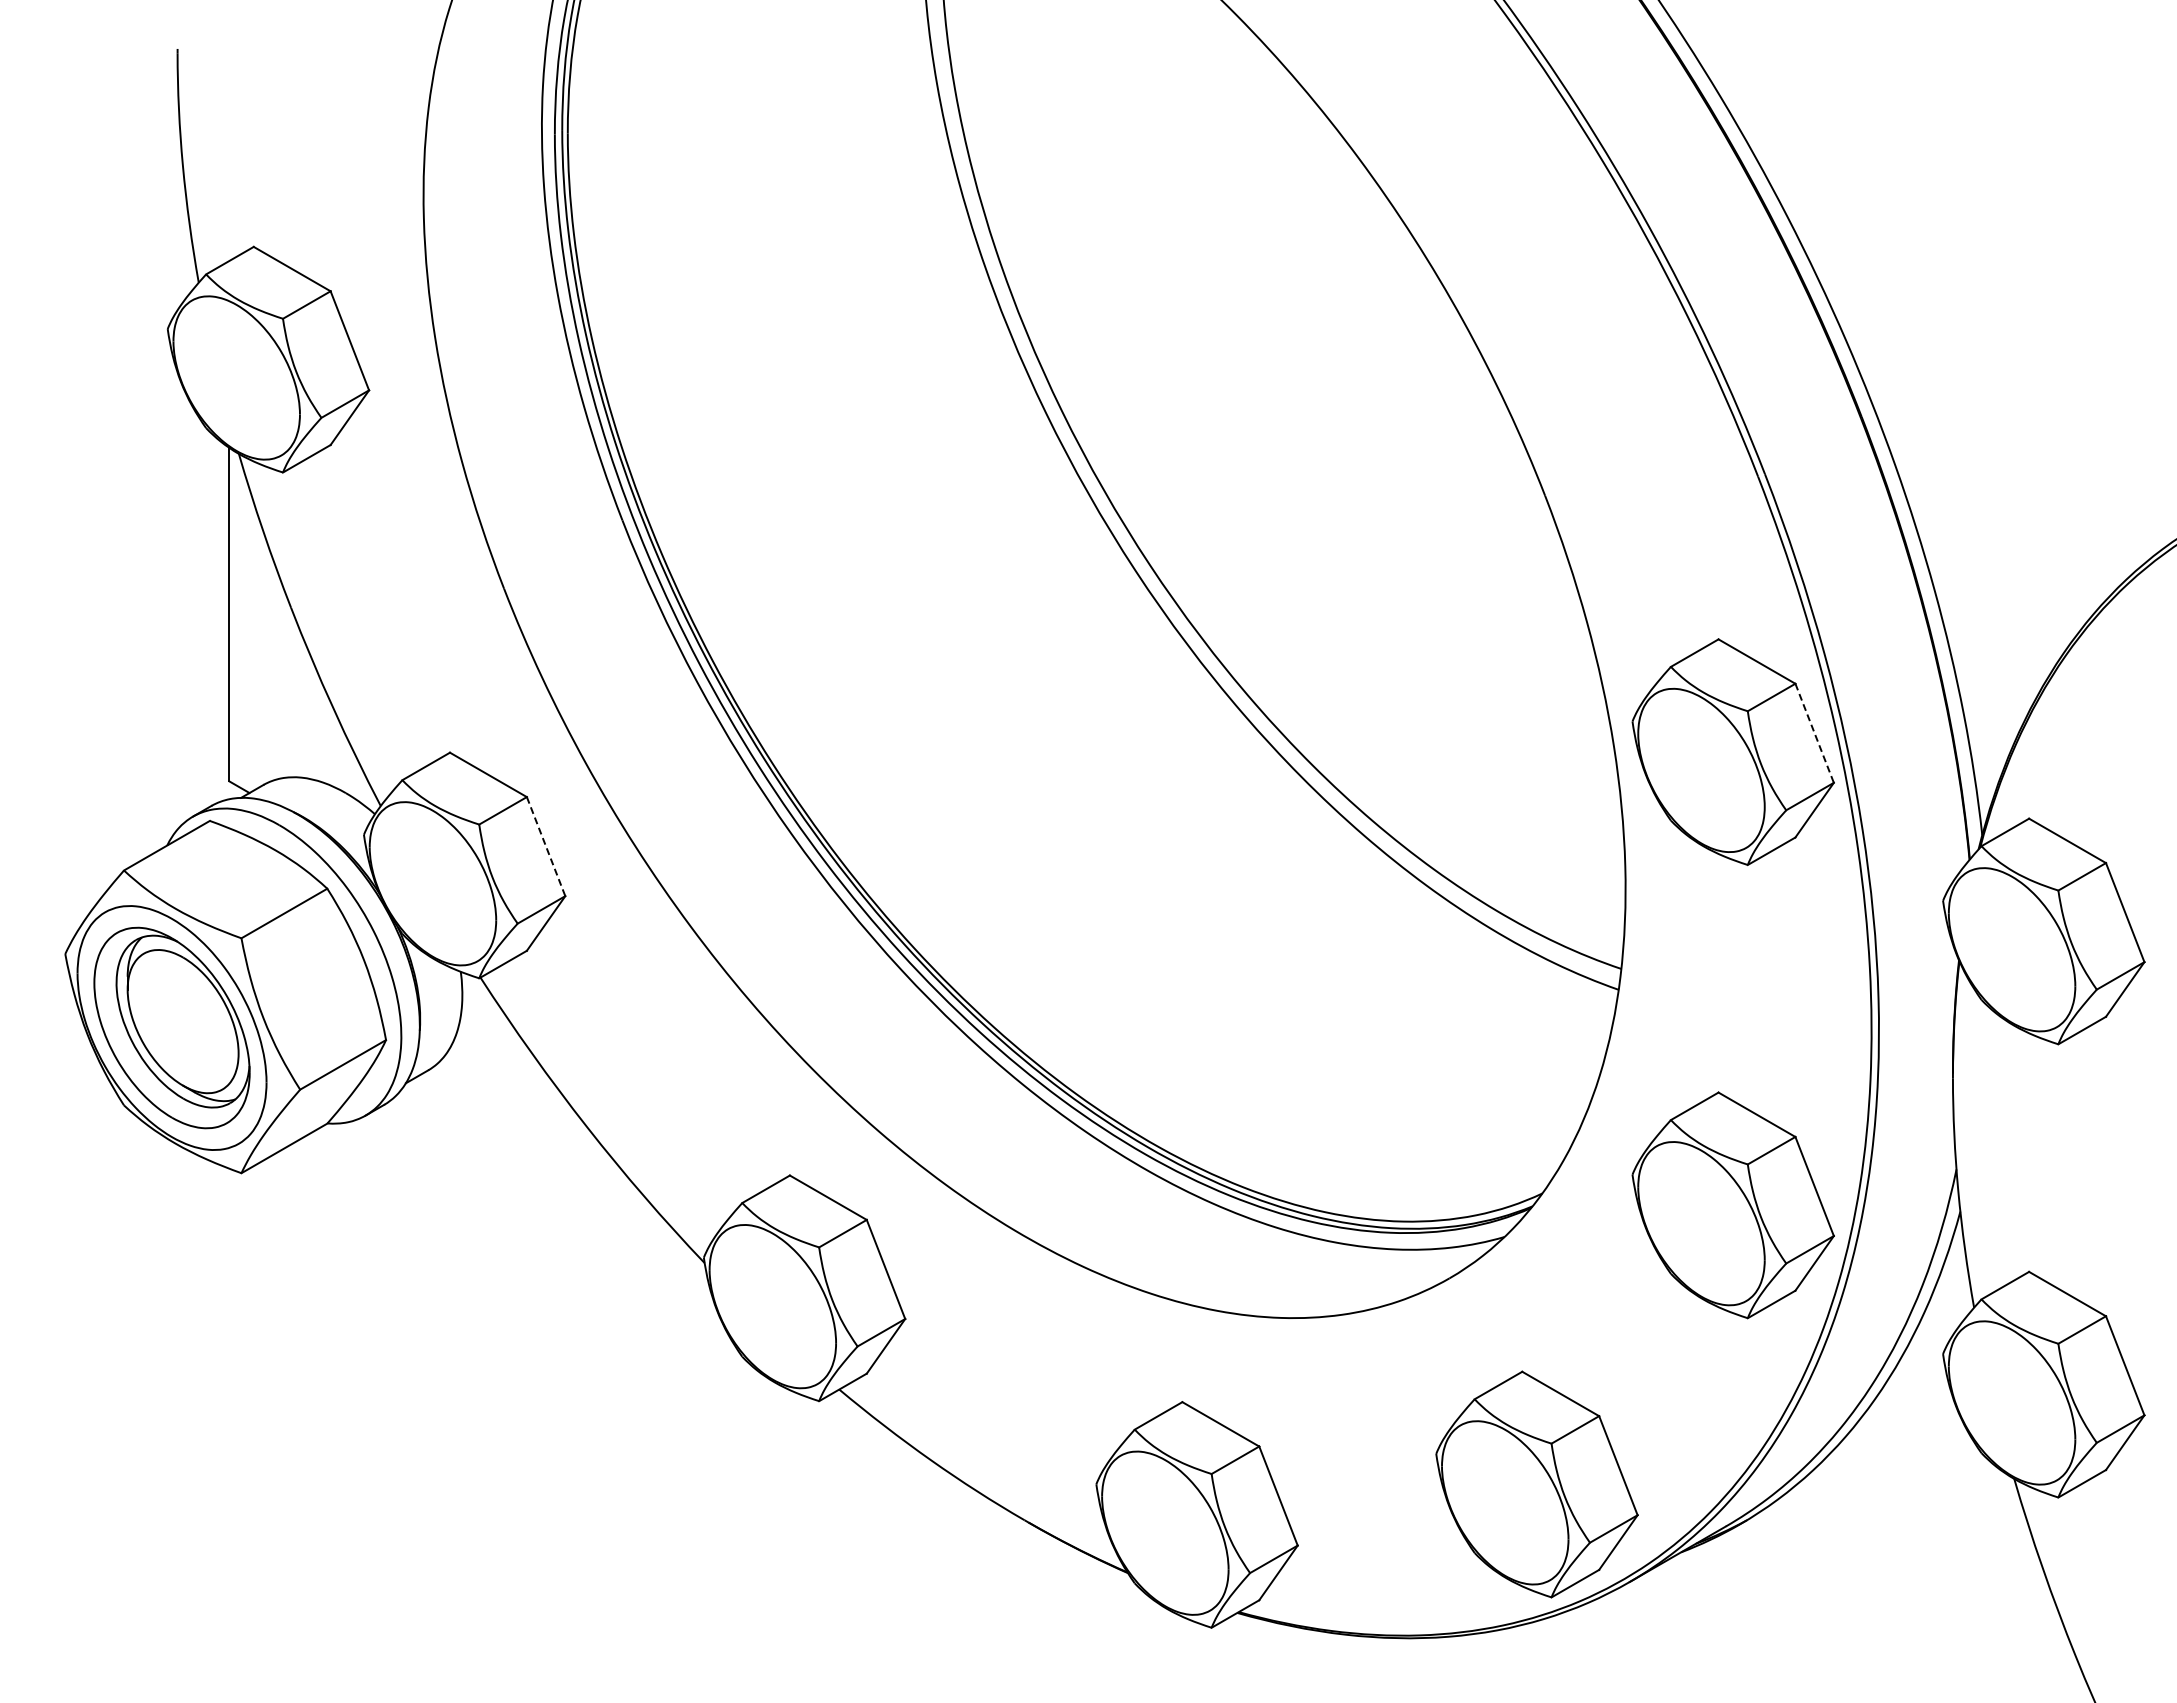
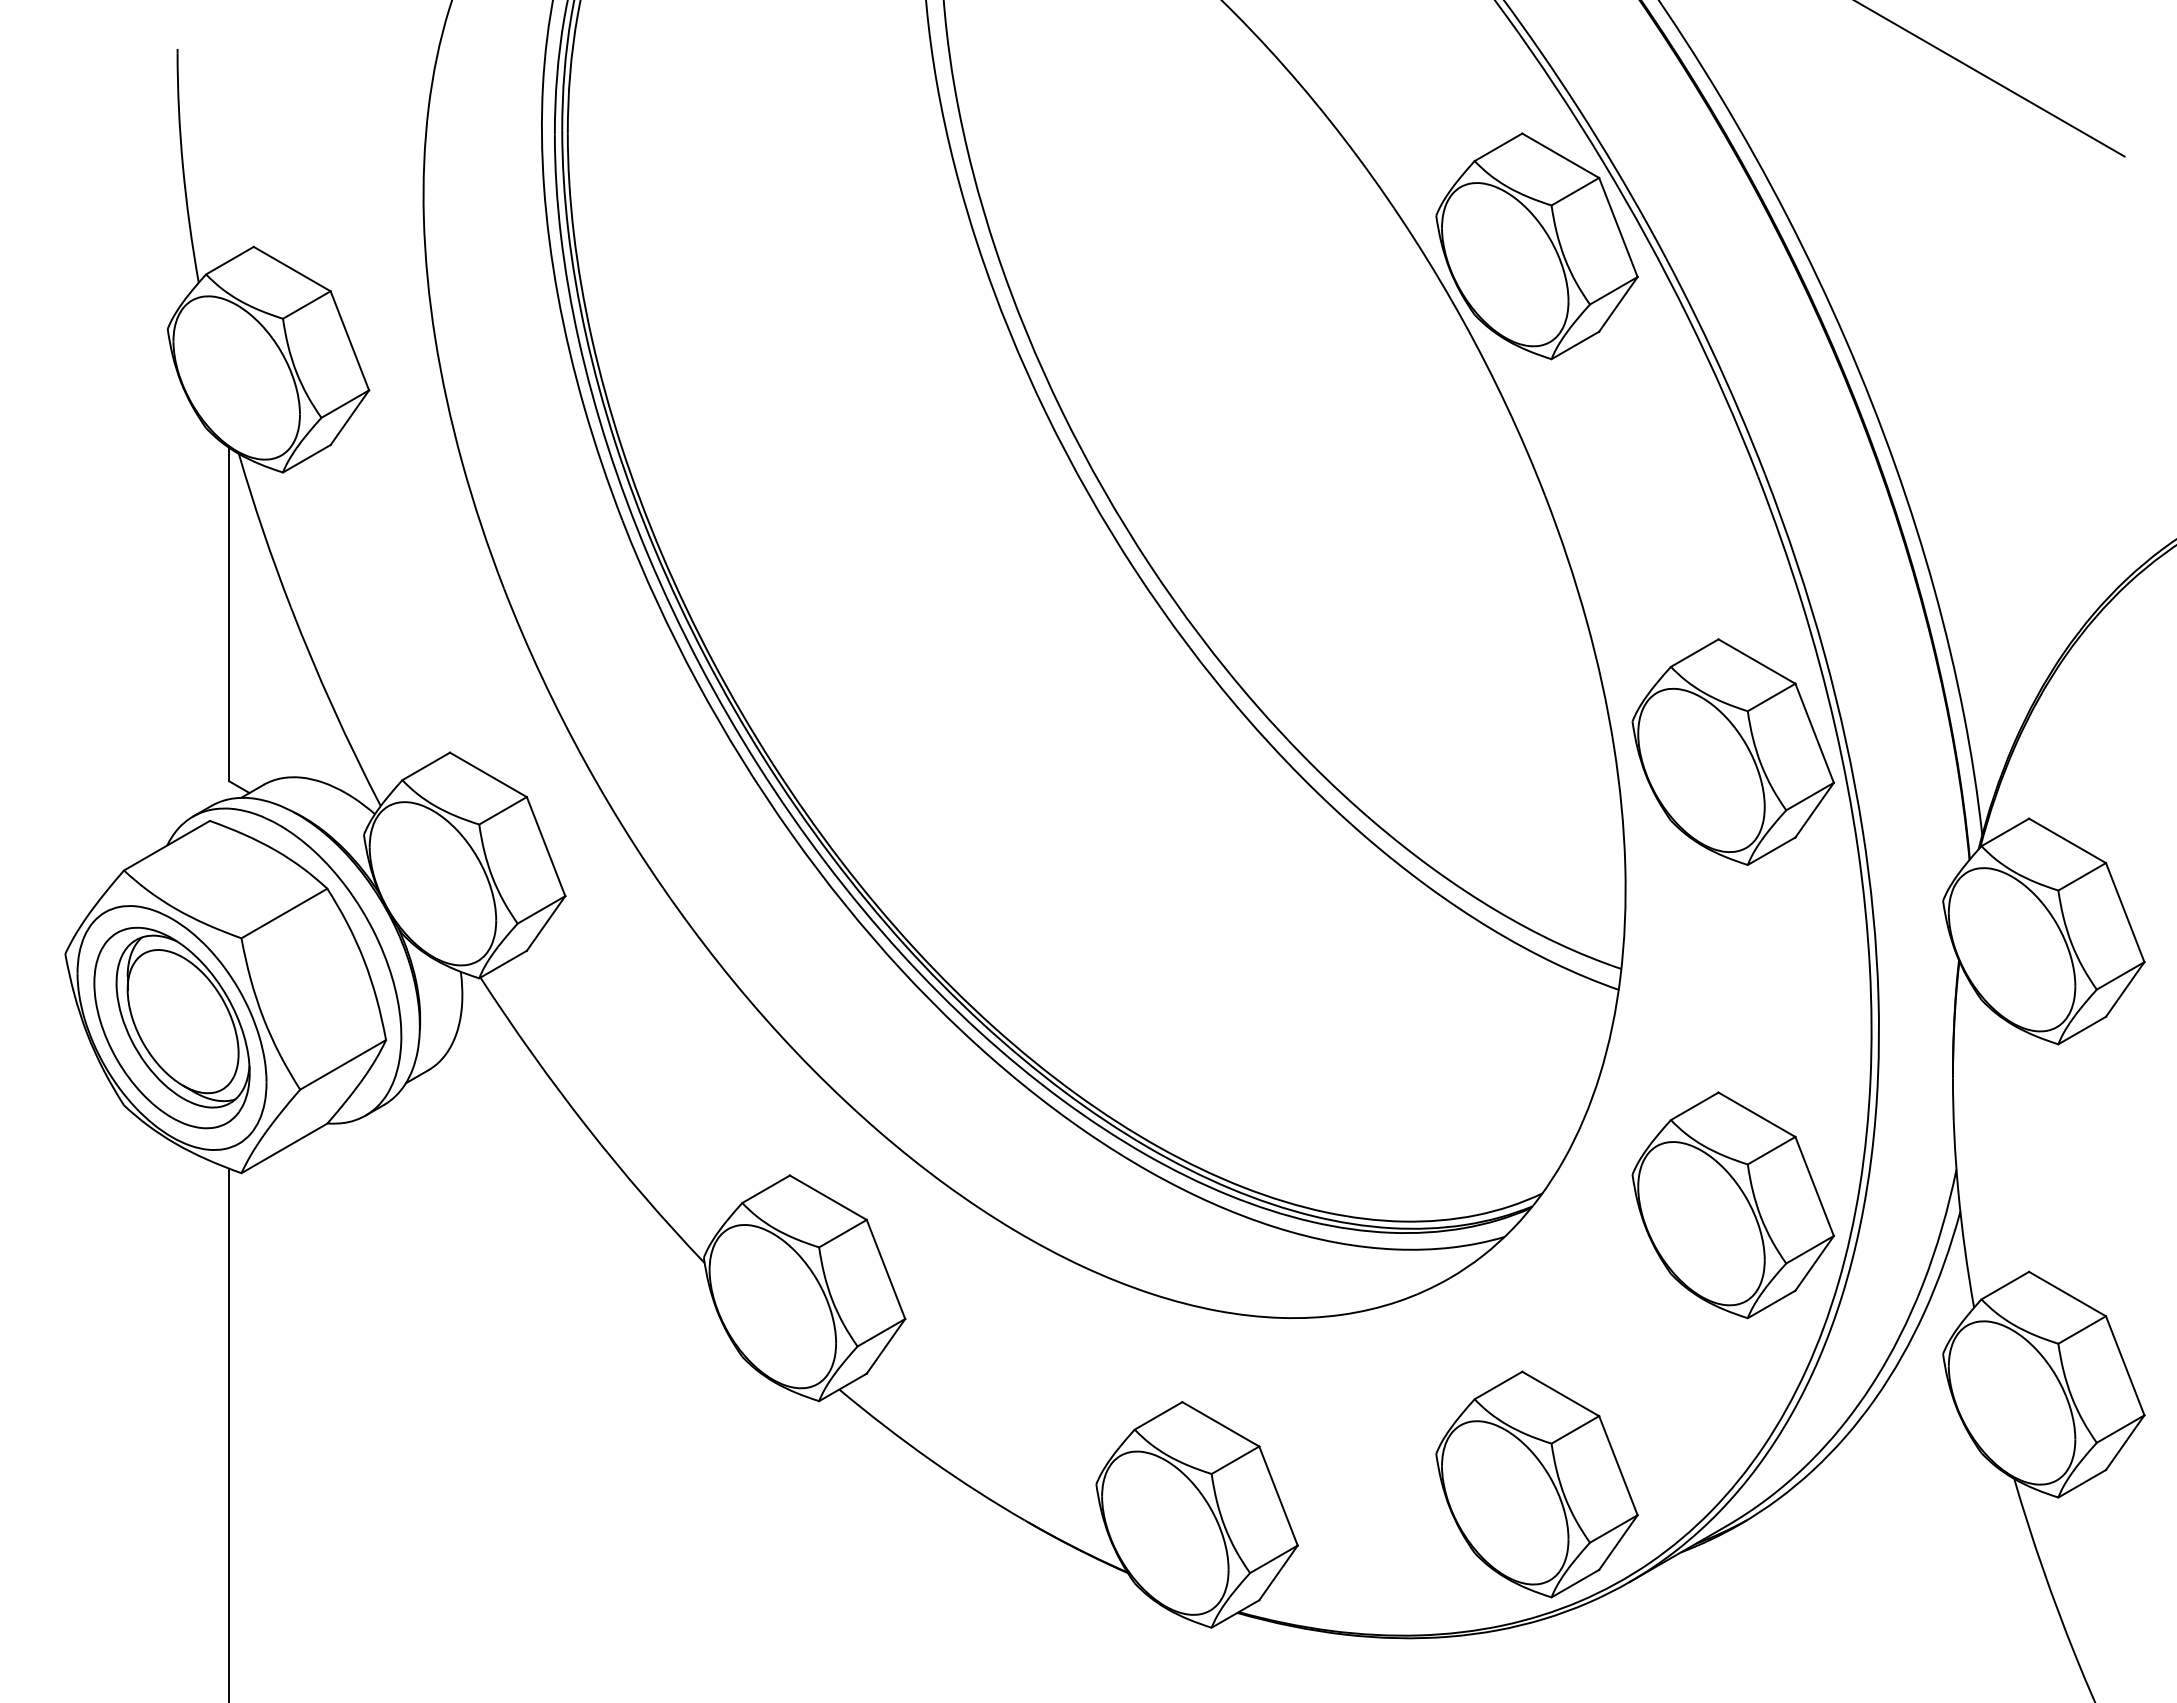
line at (1990, 79): none -> present
part at (1536, 246): none -> present
line at (1814, 733): dashed -> solid
line at (546, 847): dashed -> solid
line at (229, 1433): none -> present
